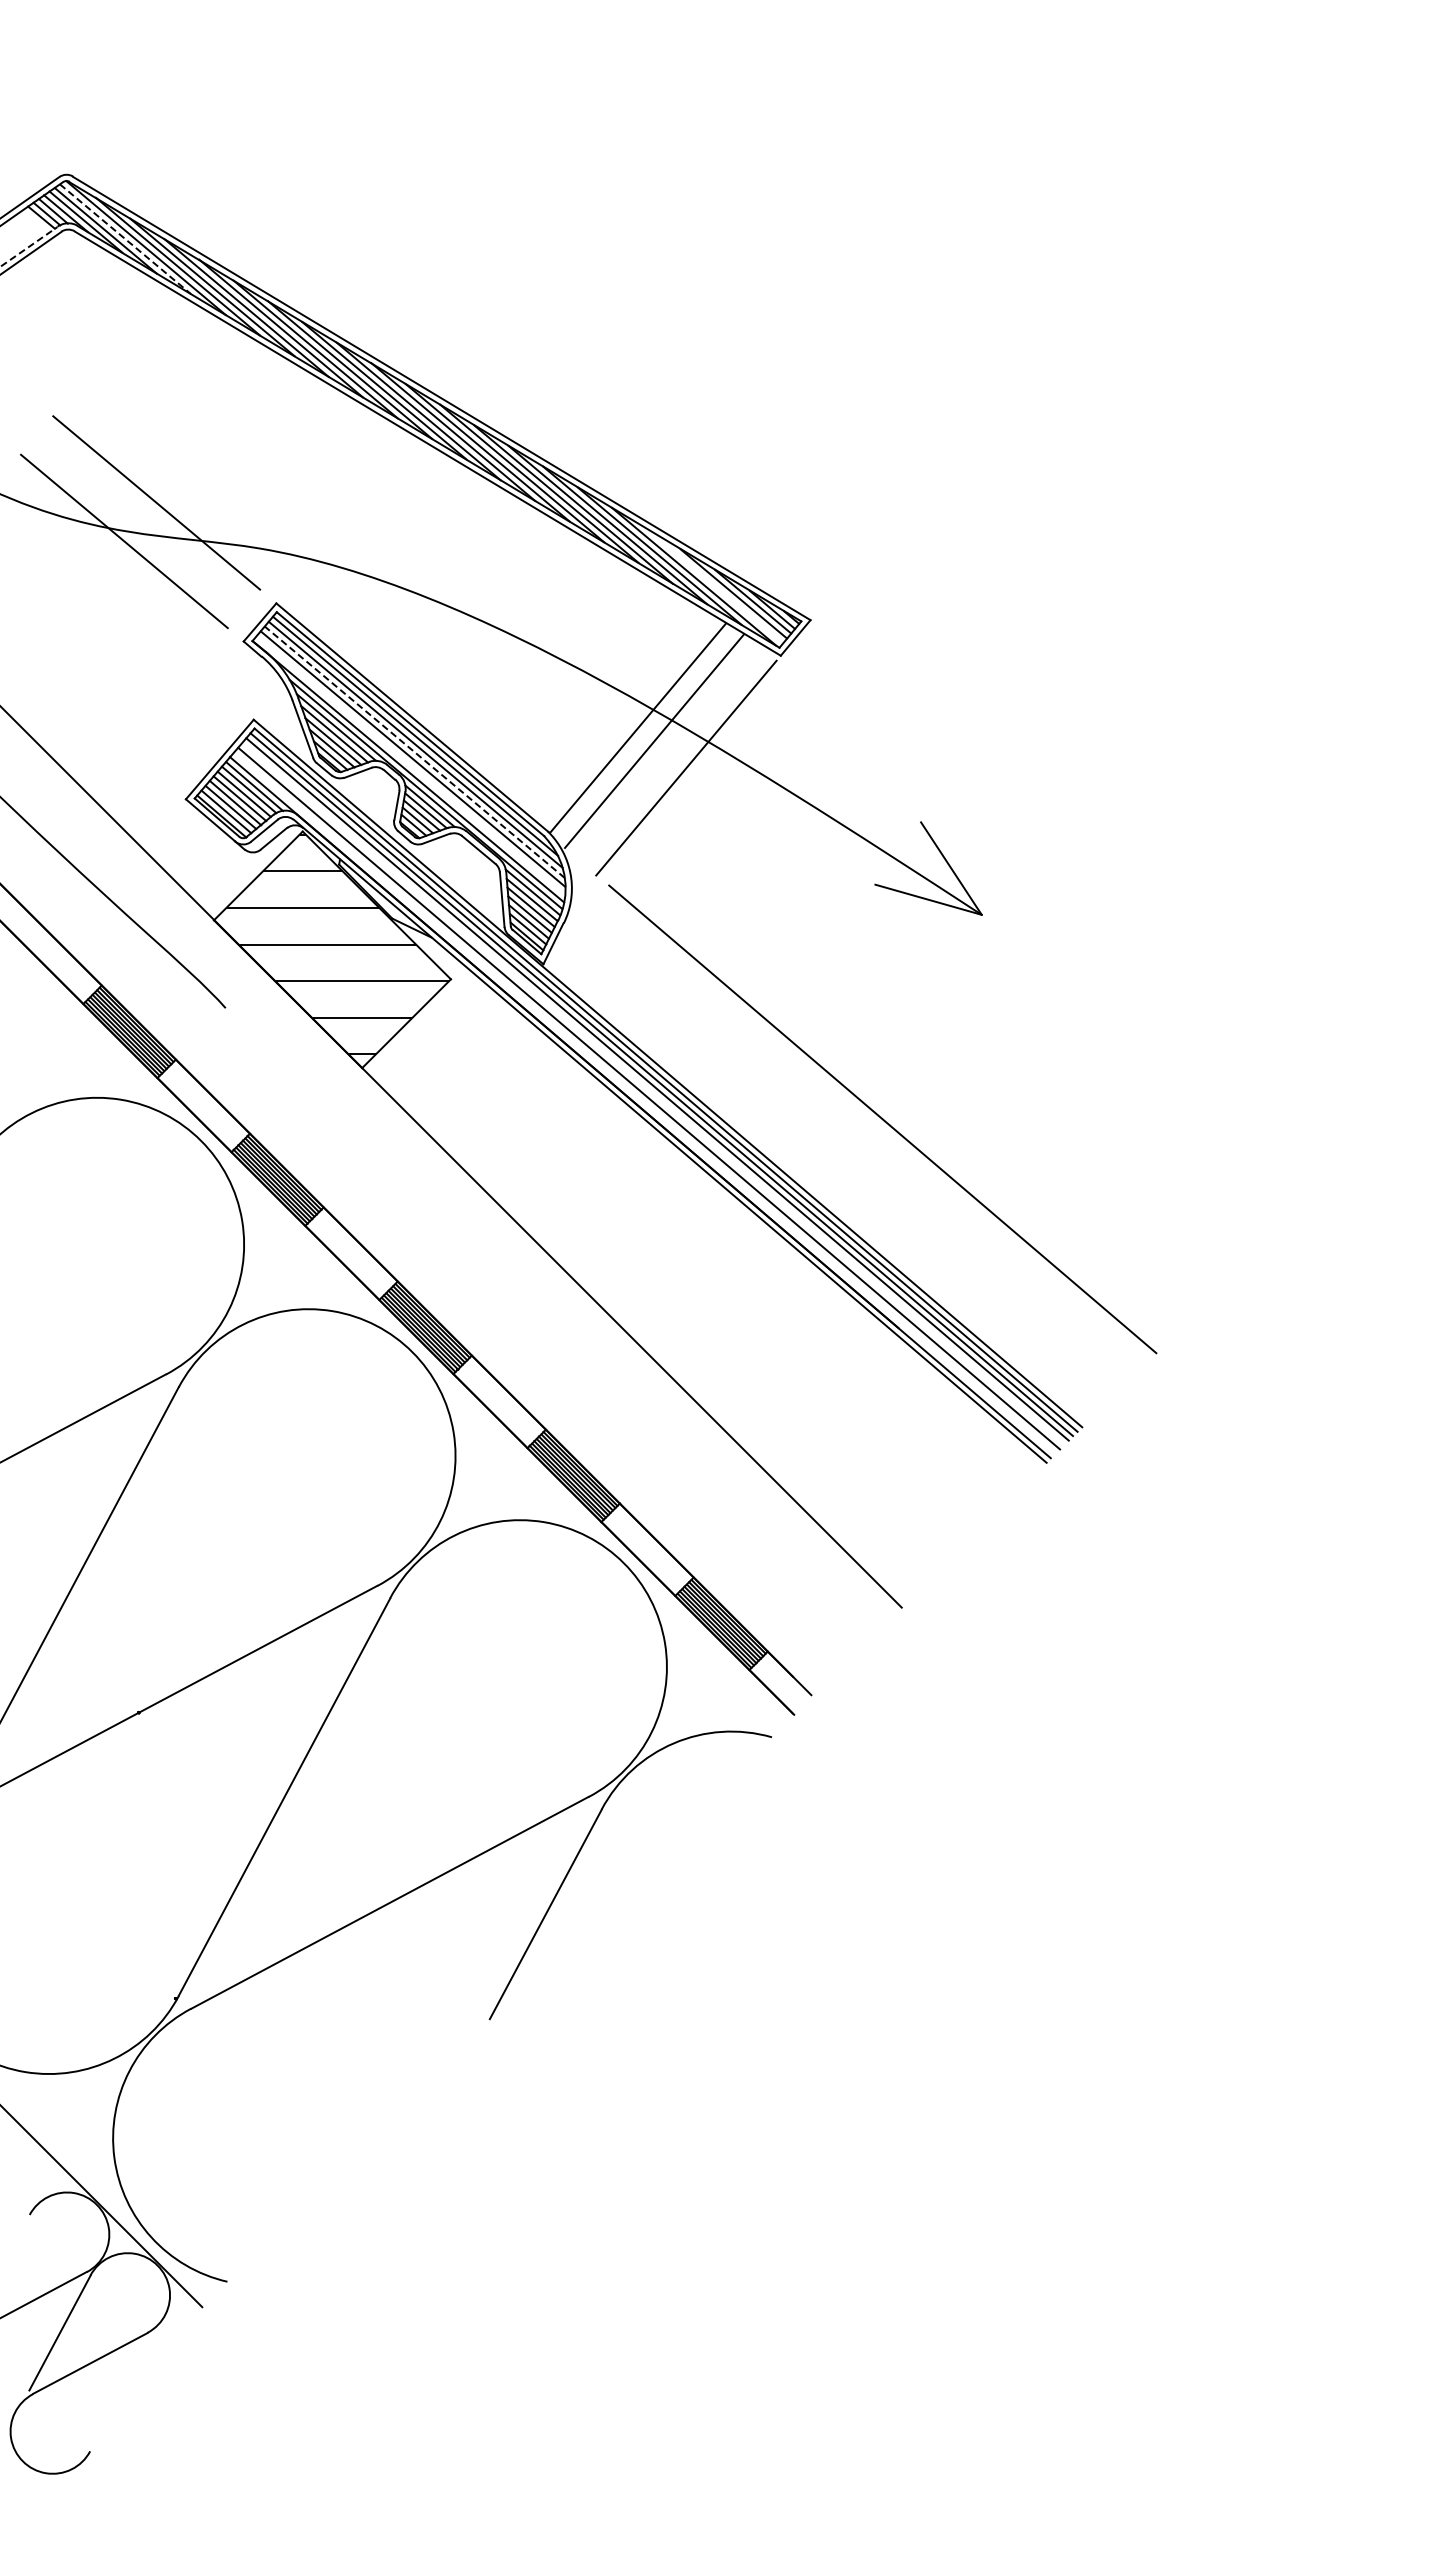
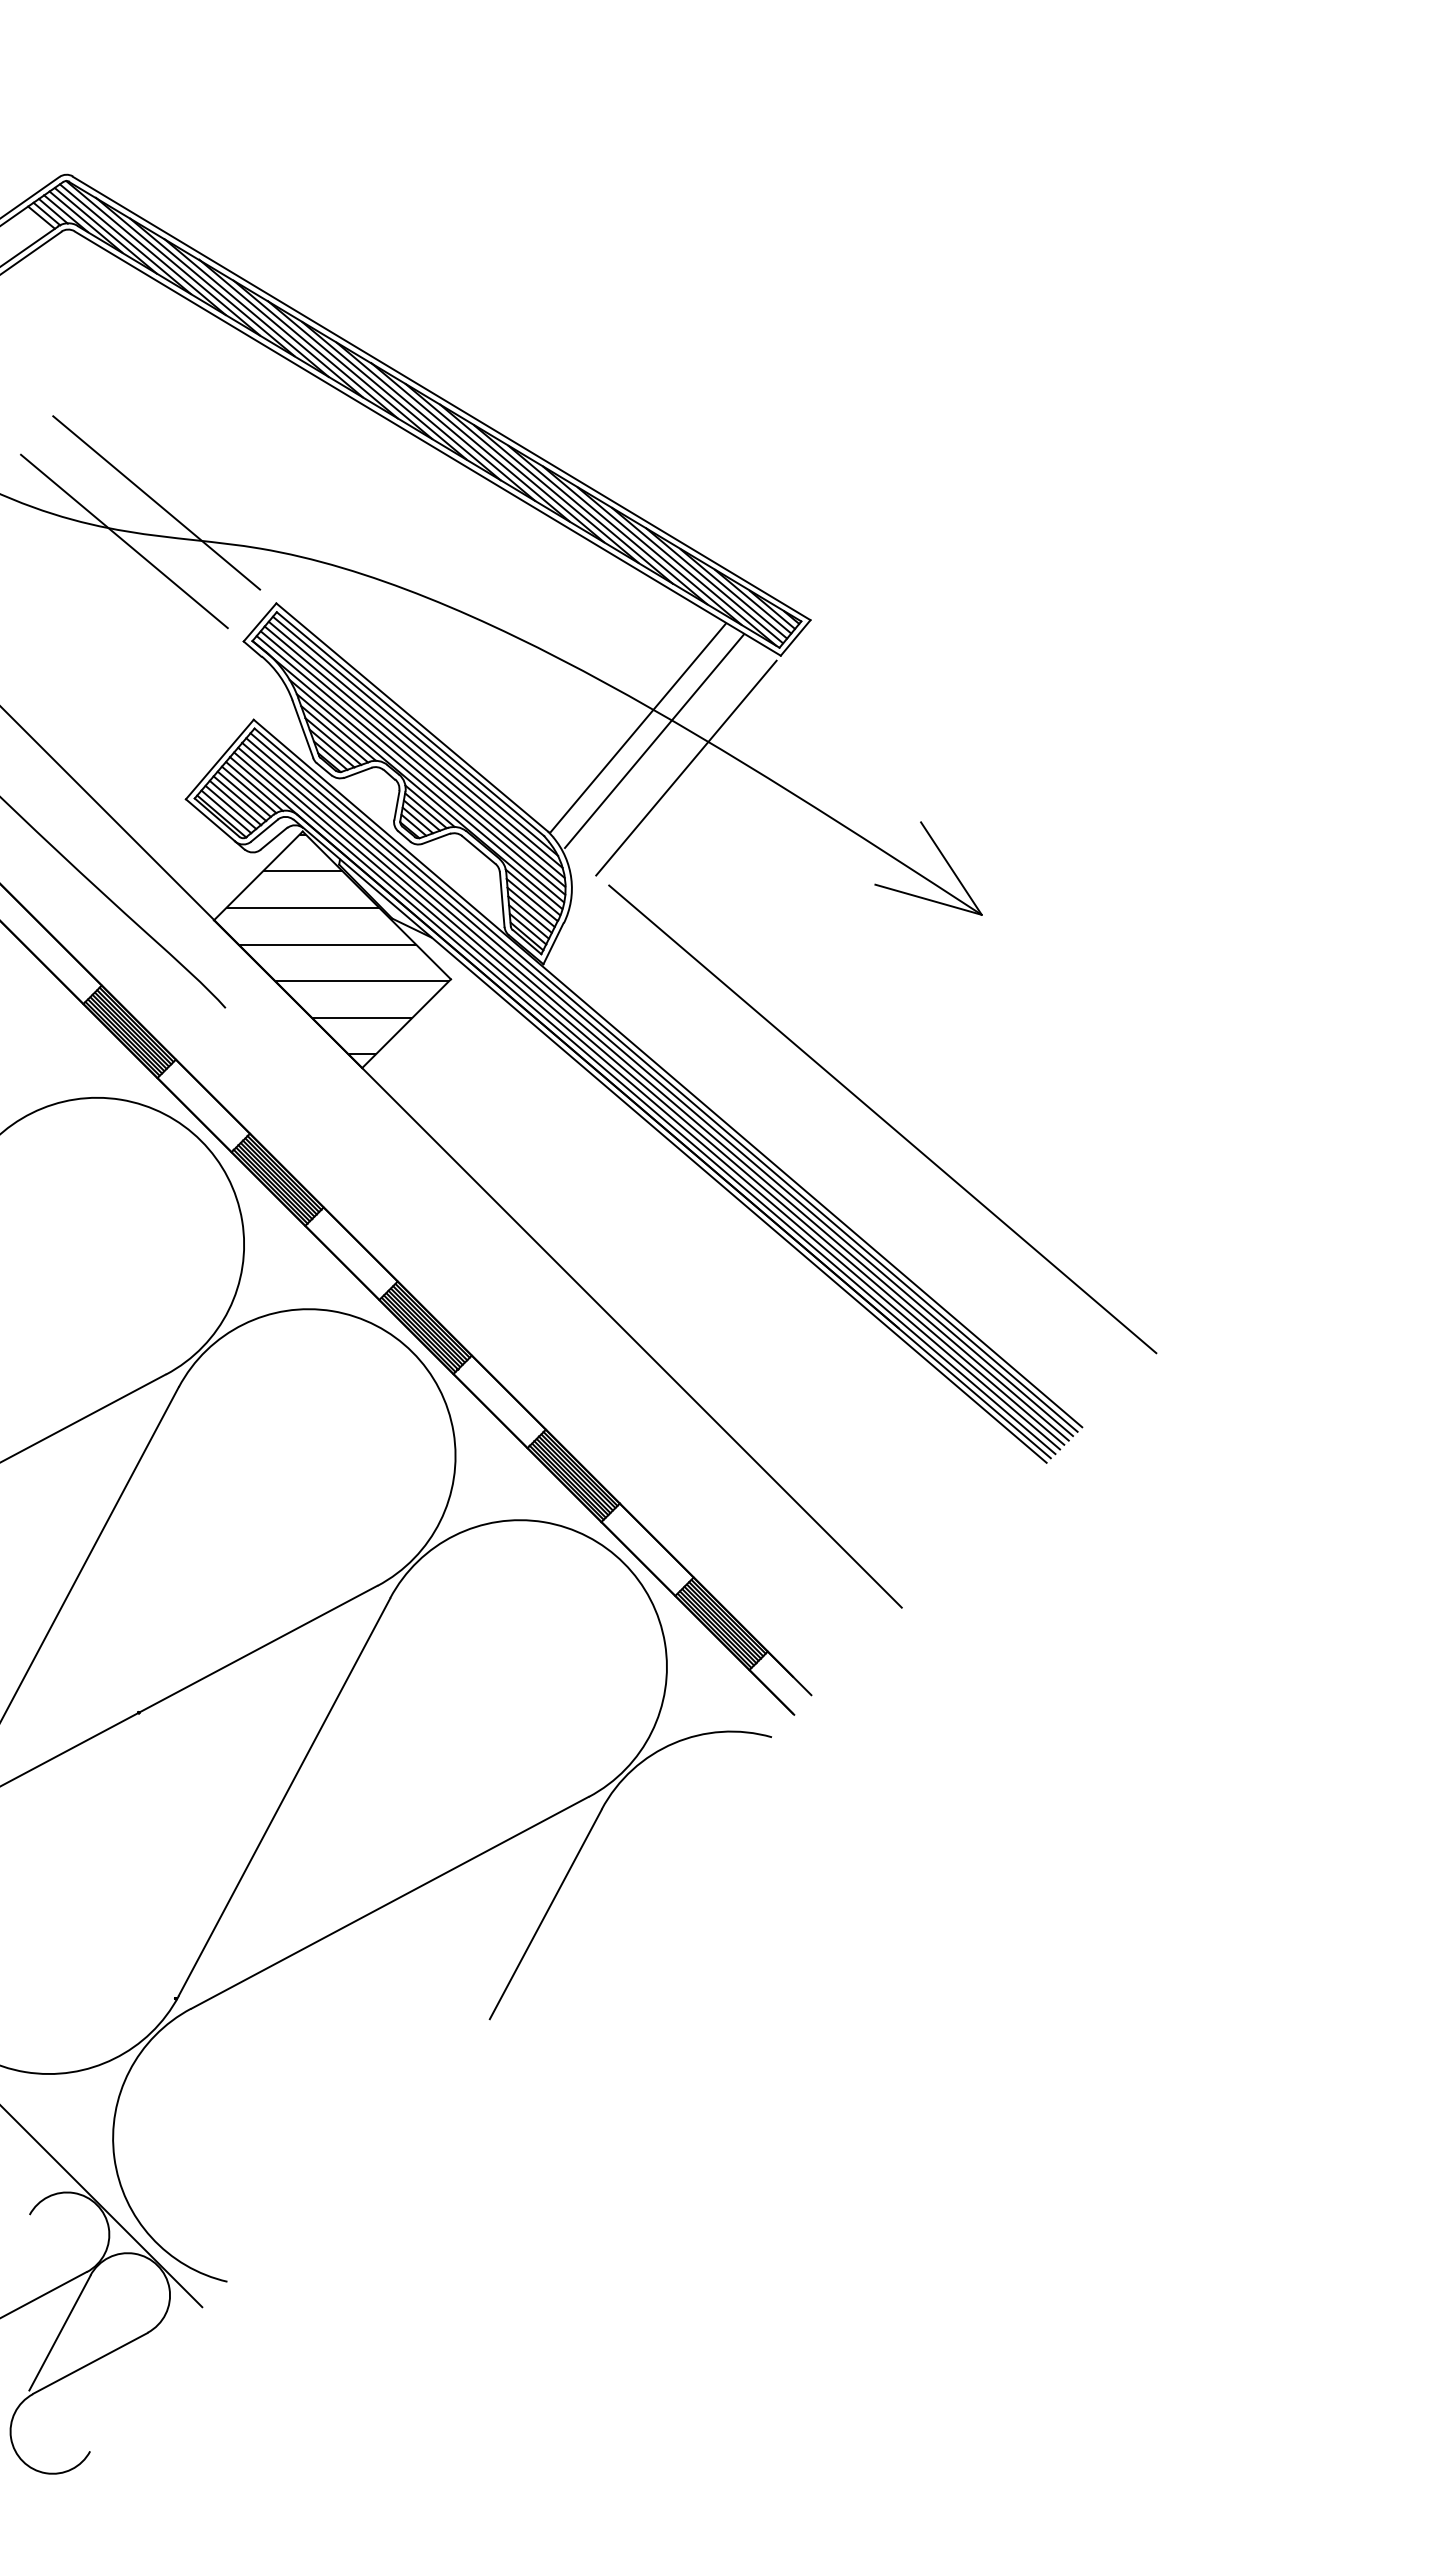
line at (125, 239): dashed -> solid
line at (28, 247): dashed -> solid
line at (714, 585): none -> present
line at (414, 752): dashed -> solid
line at (410, 765): none -> present
line at (653, 1093): none -> present
line at (644, 1103): none -> present
